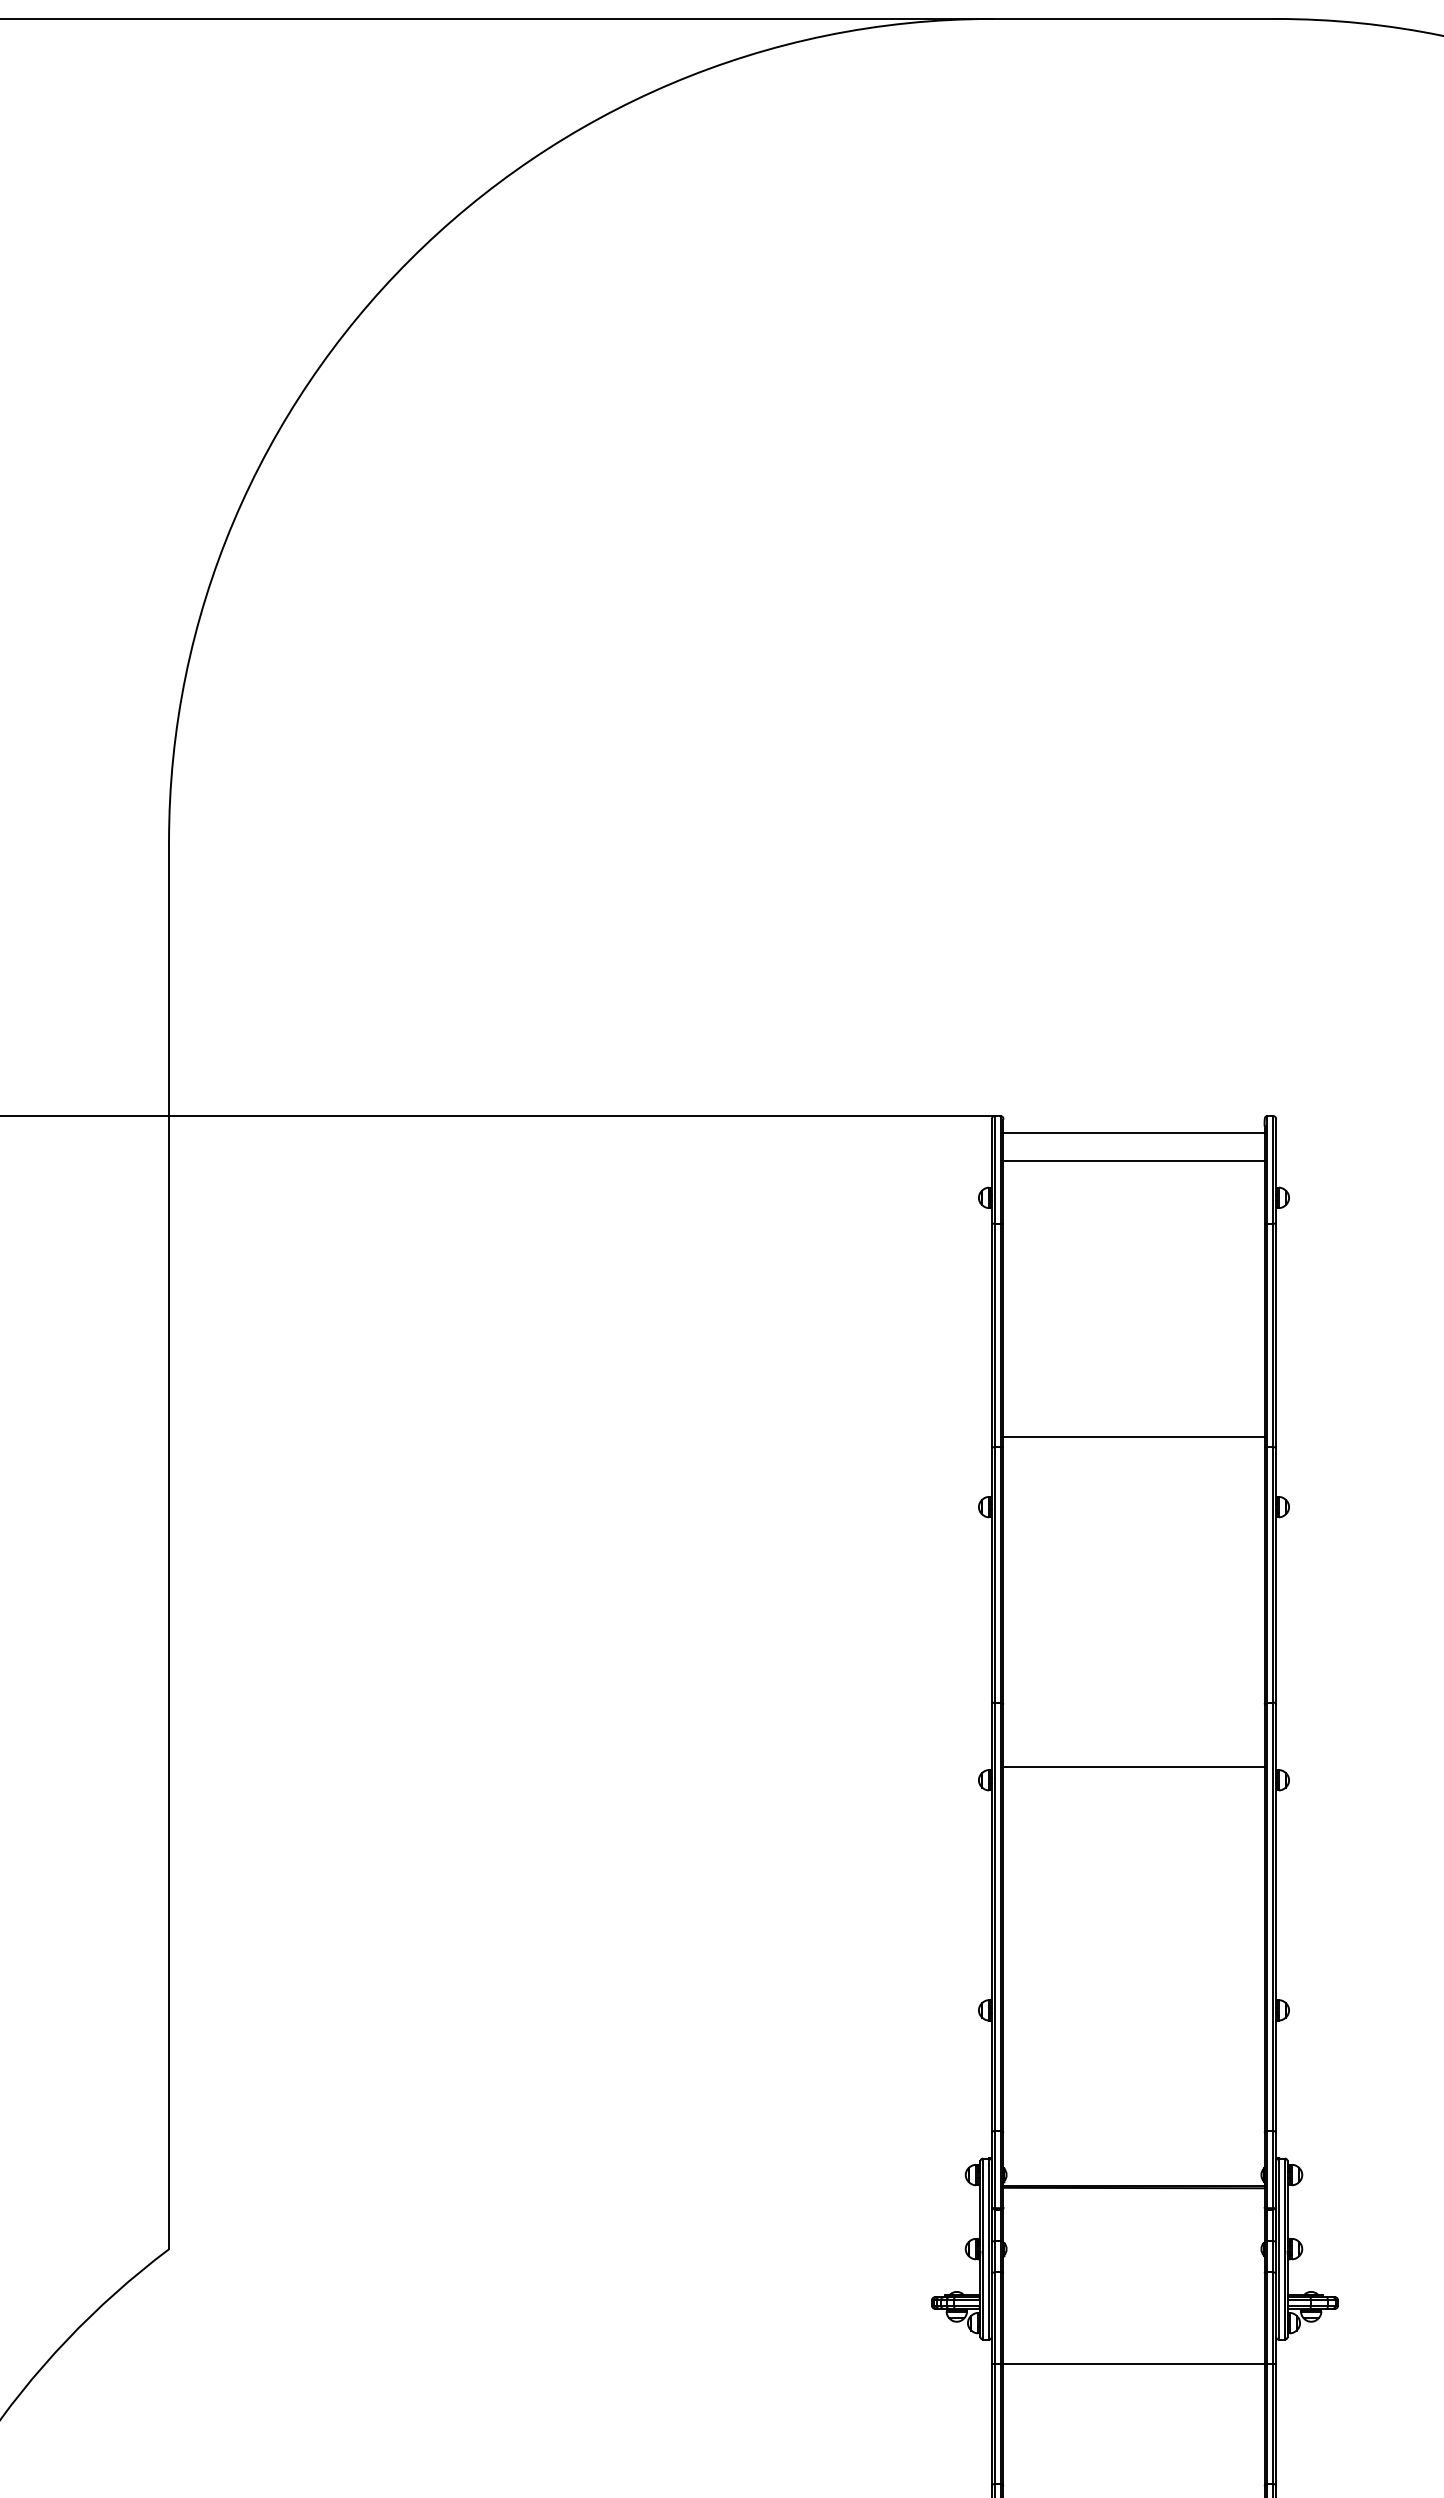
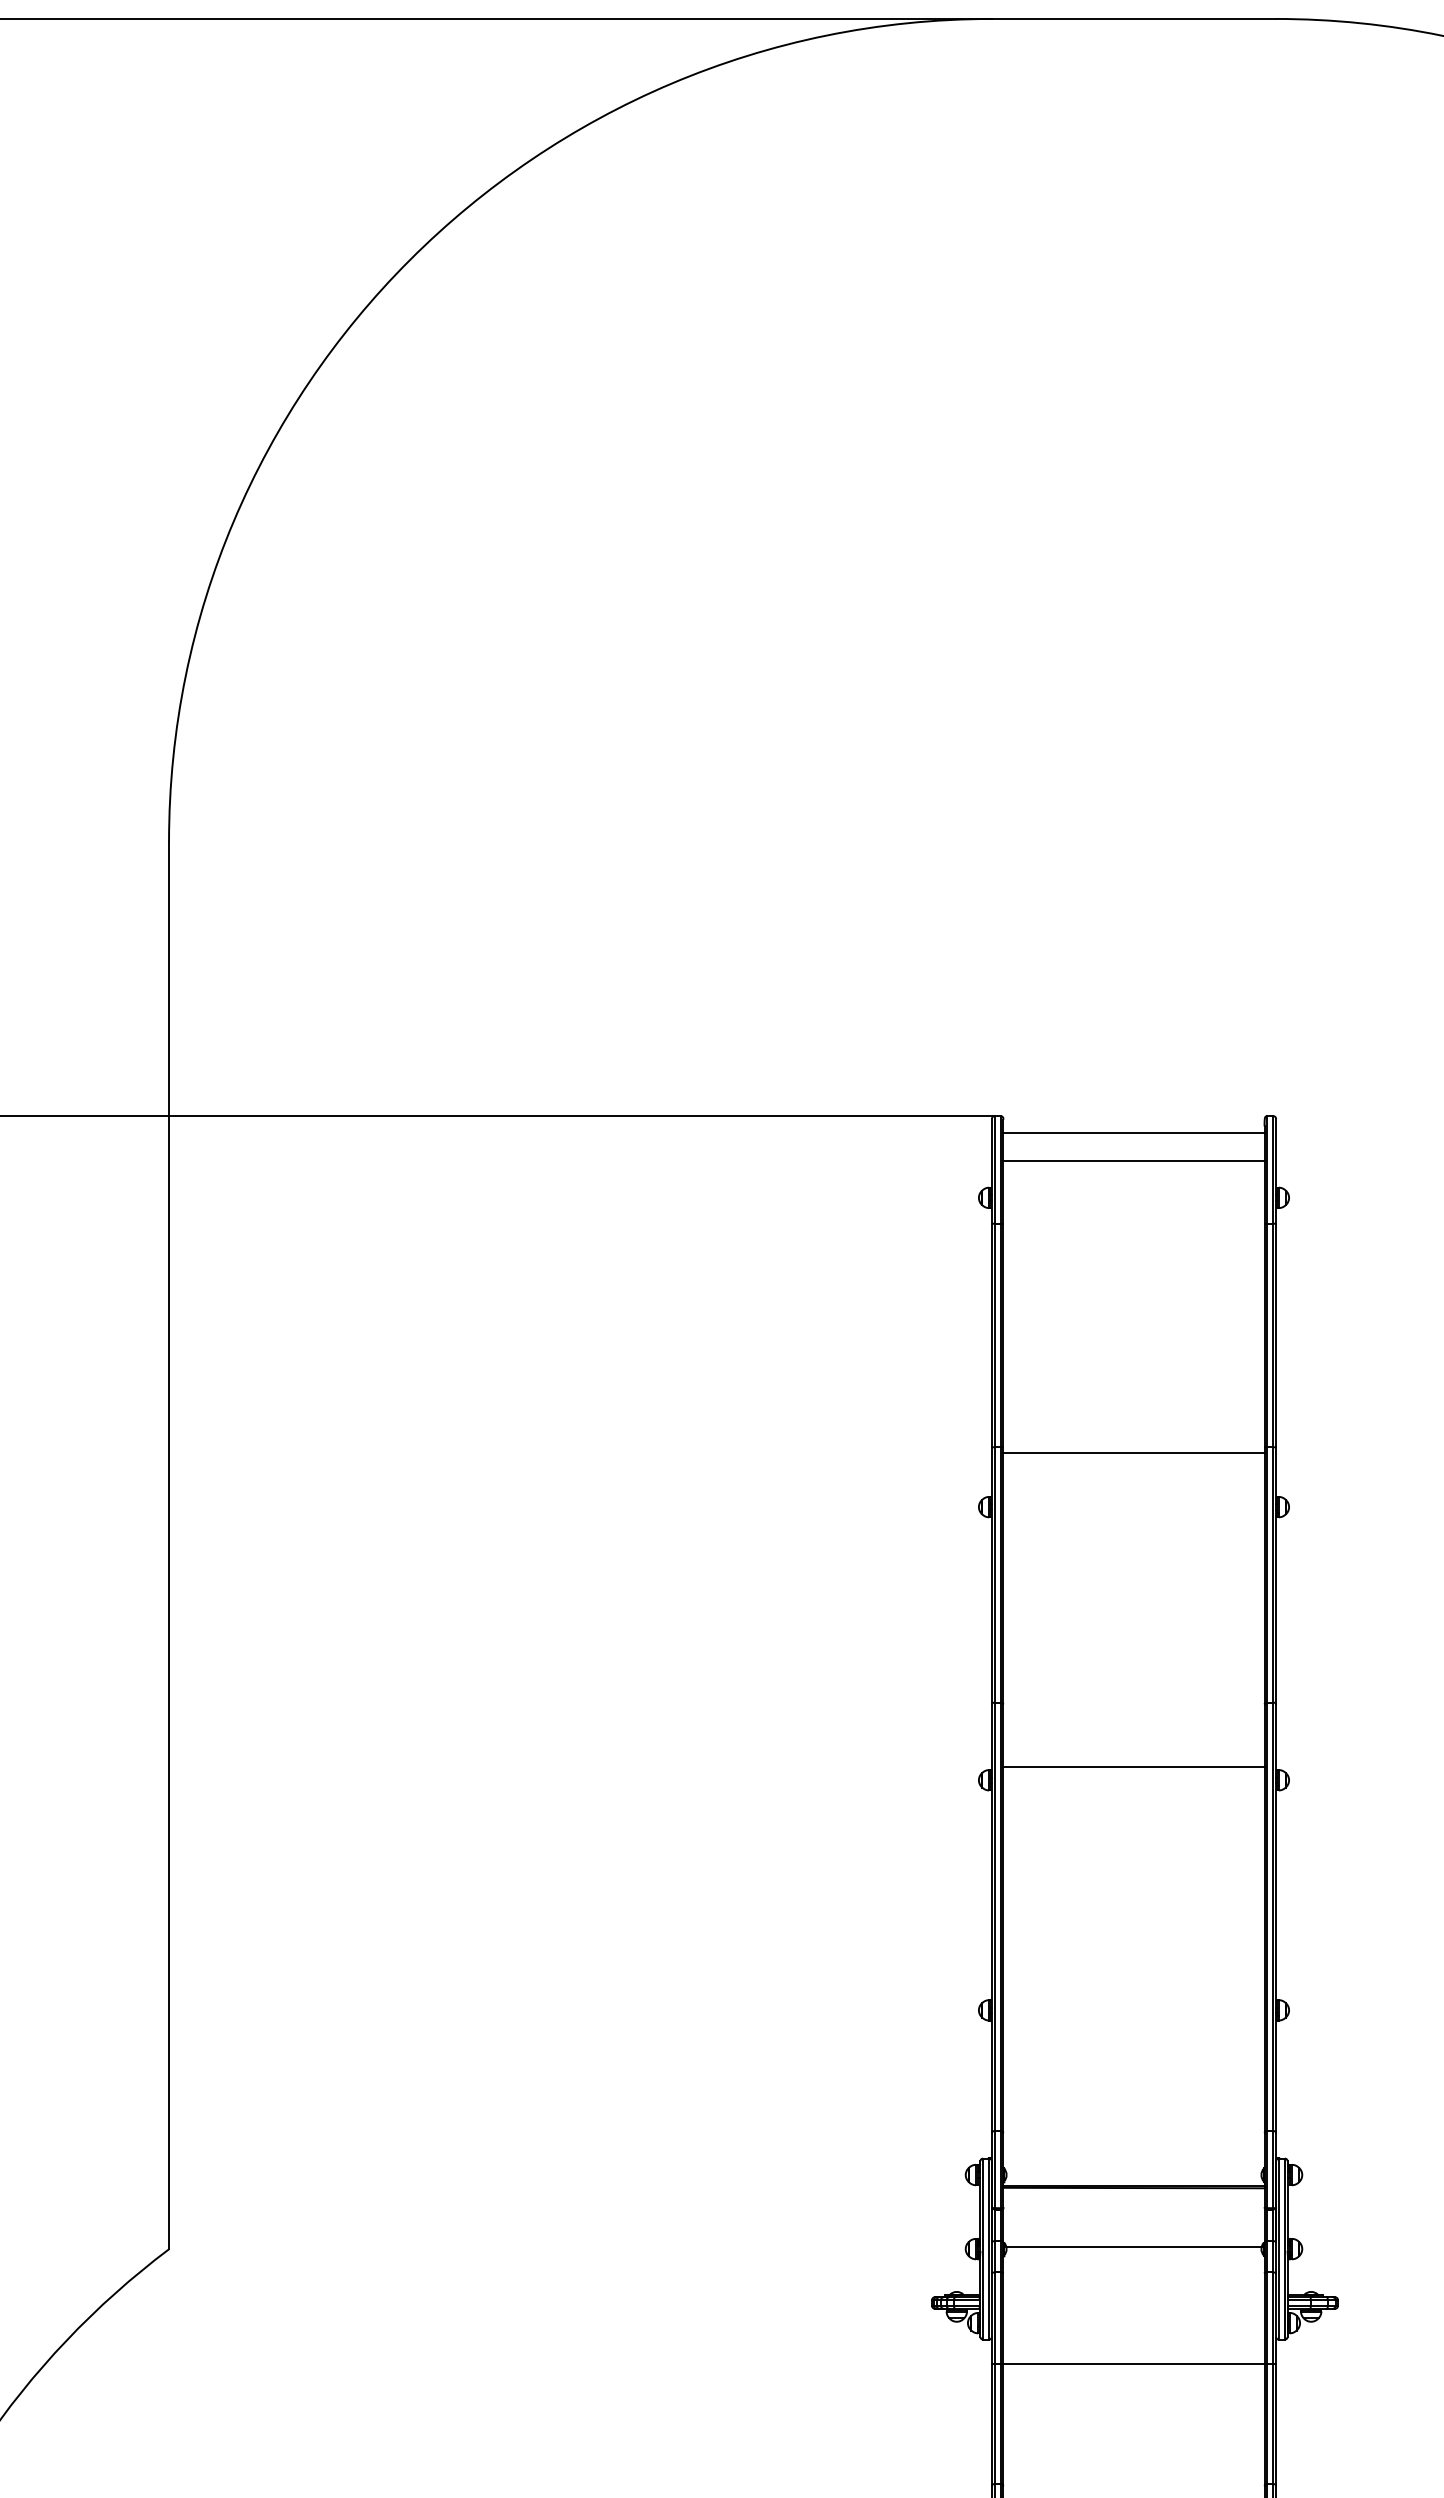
line at (1133, 1437) position: (1133, 1437) -> (1133, 1453)
line at (1133, 2246): none -> present
